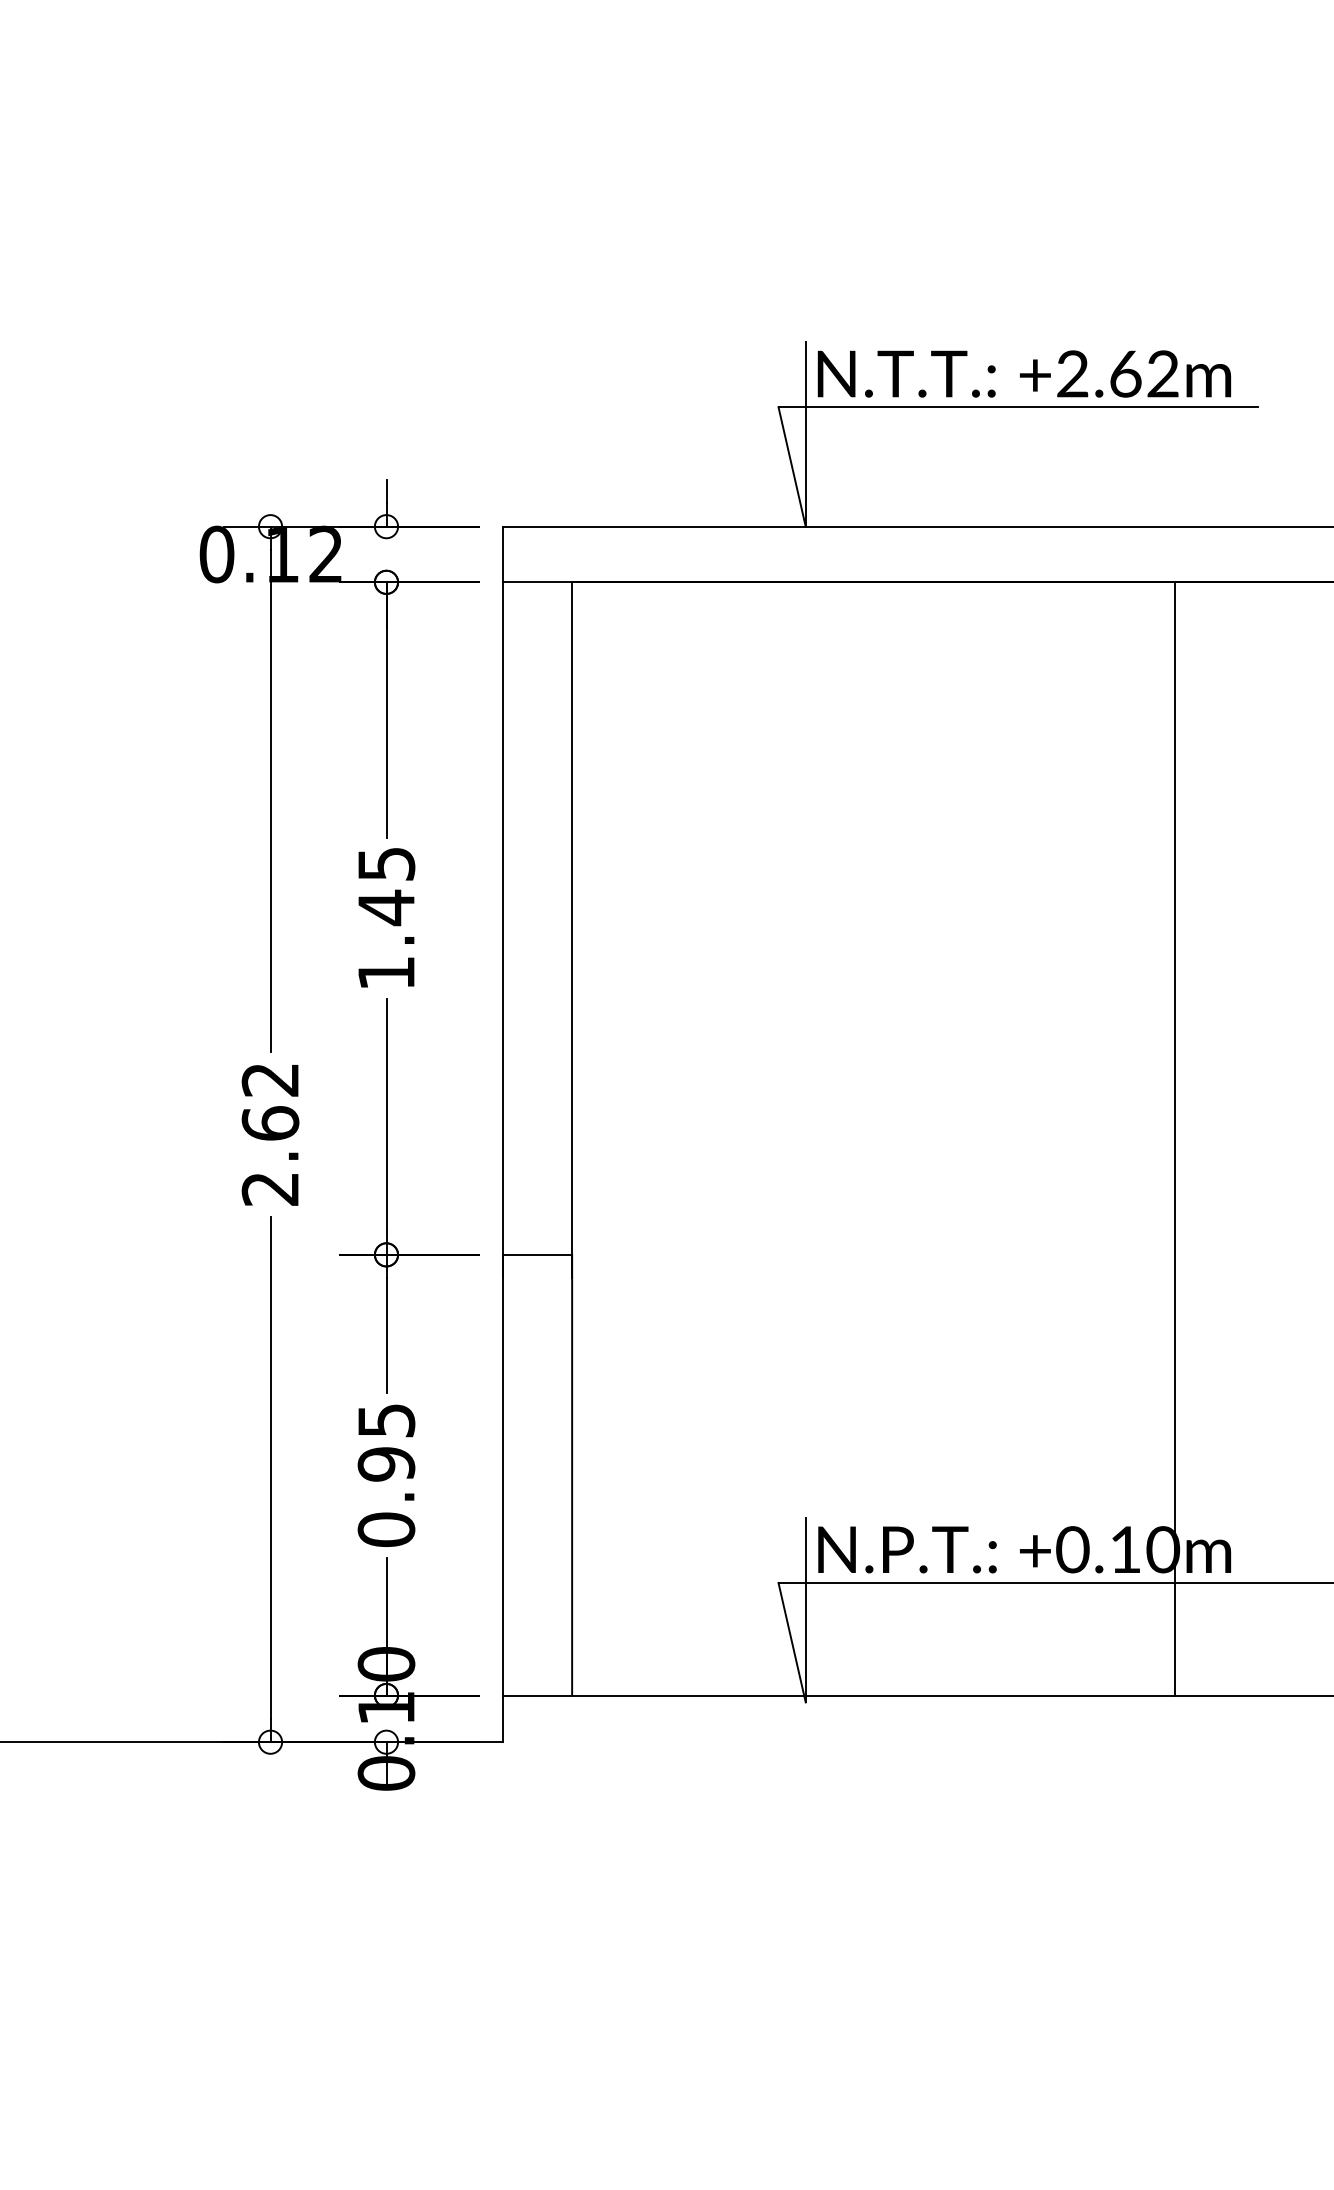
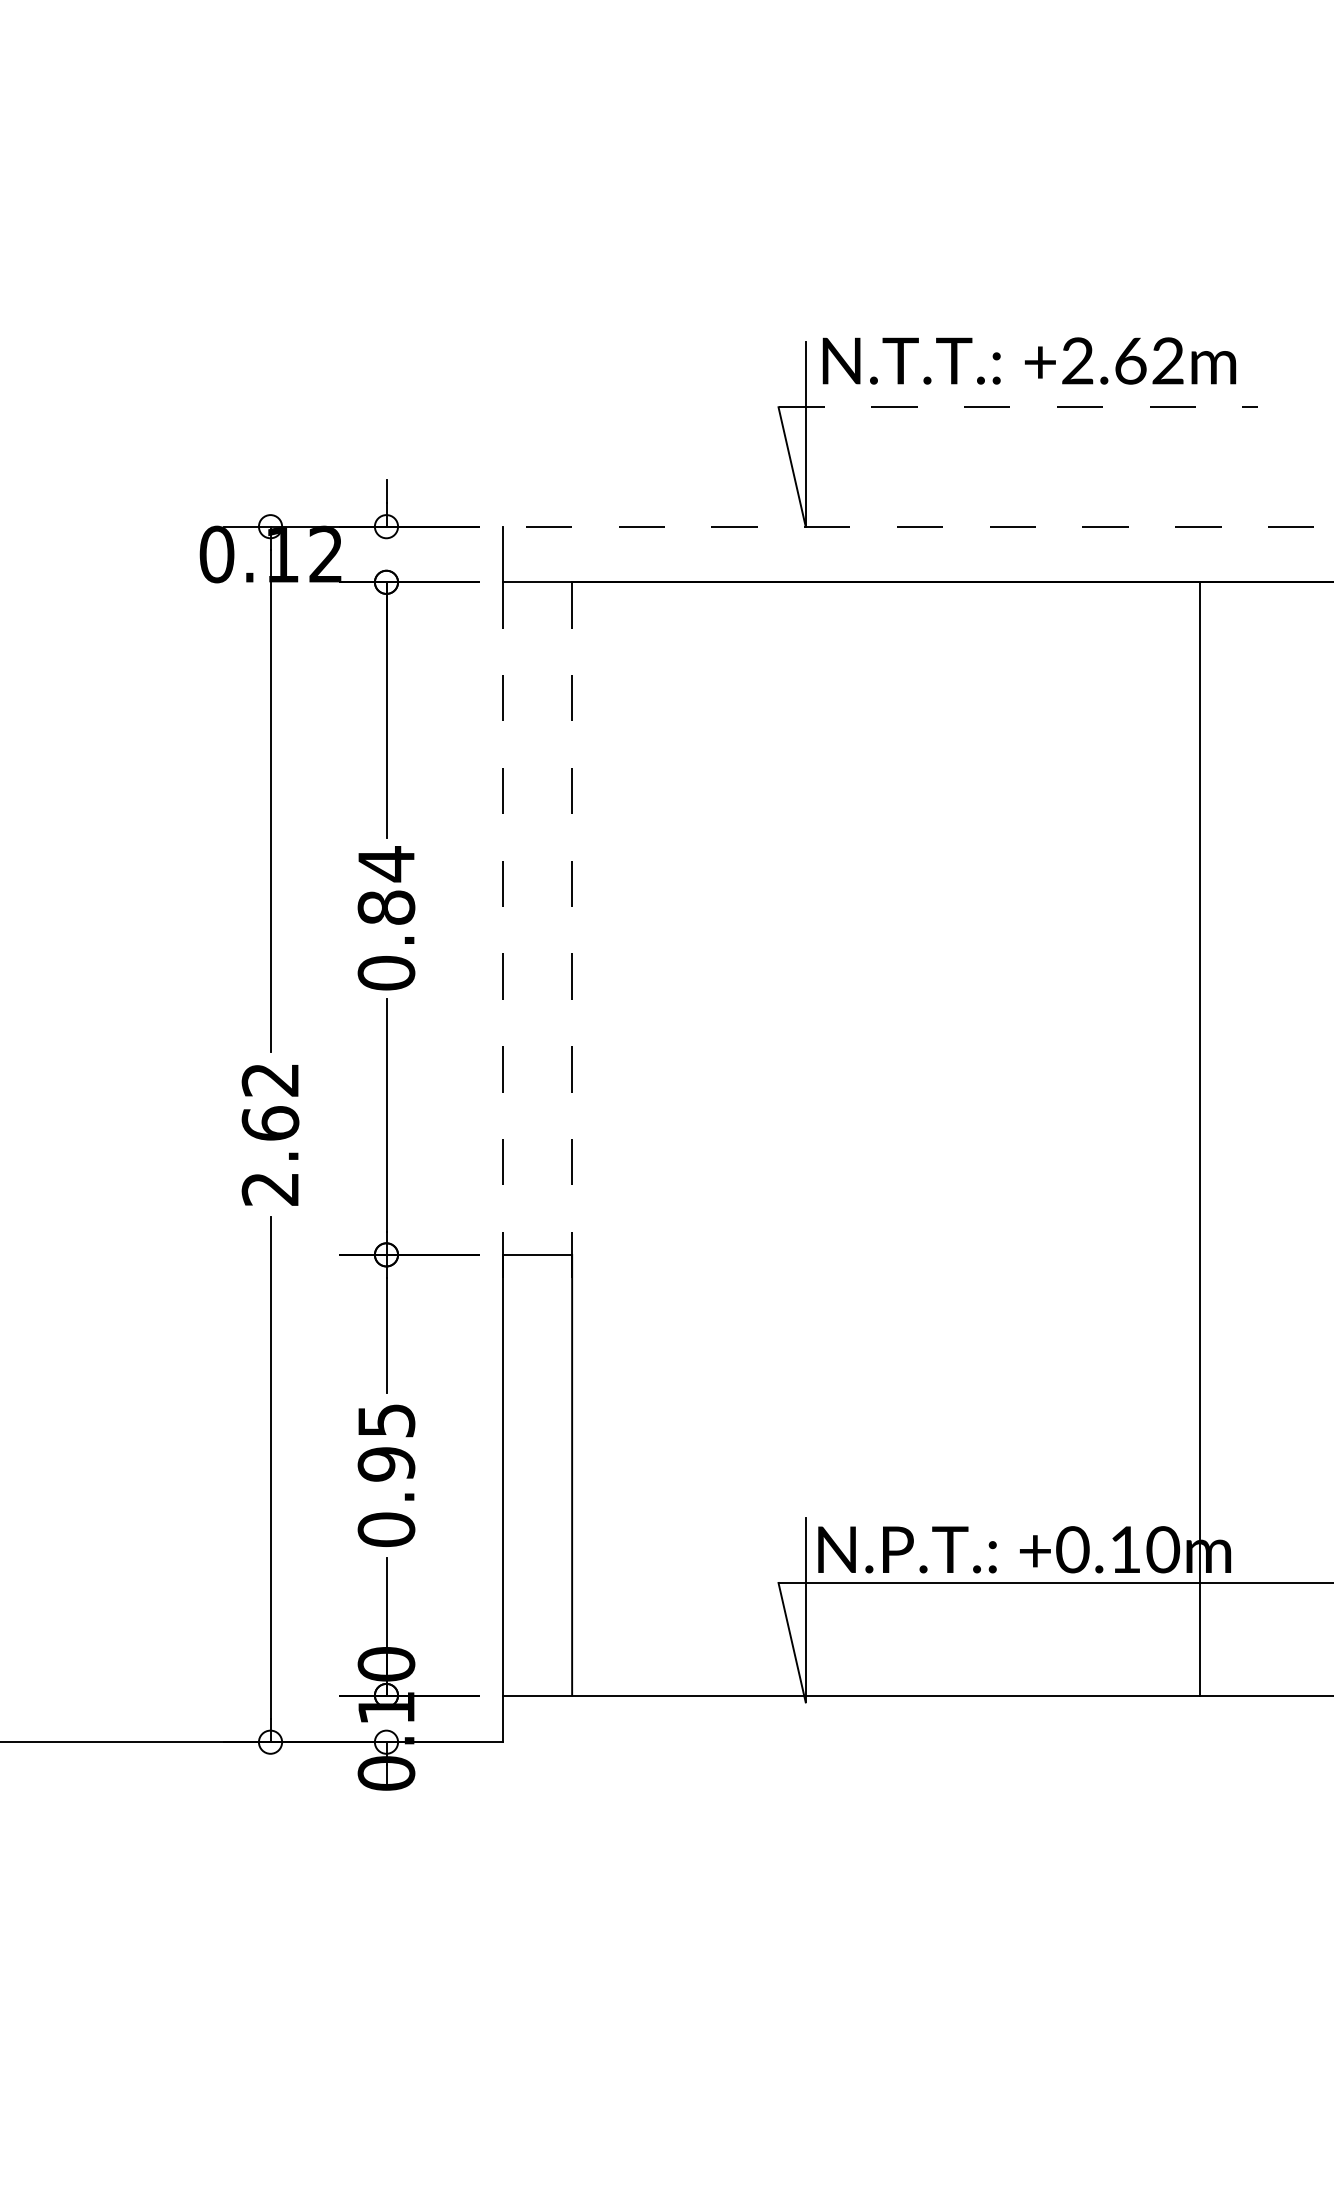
text at (1024, 373) position: (1024, 373) -> (1029, 360)
line at (1018, 407): solid -> dashed
line at (917, 526): solid -> dashed
text at (386, 918): 1.45 -> 0.84
line at (502, 930): solid -> dashed
line at (572, 930): solid -> dashed
line at (1175, 1138) position: (1175, 1138) -> (1200, 1138)
